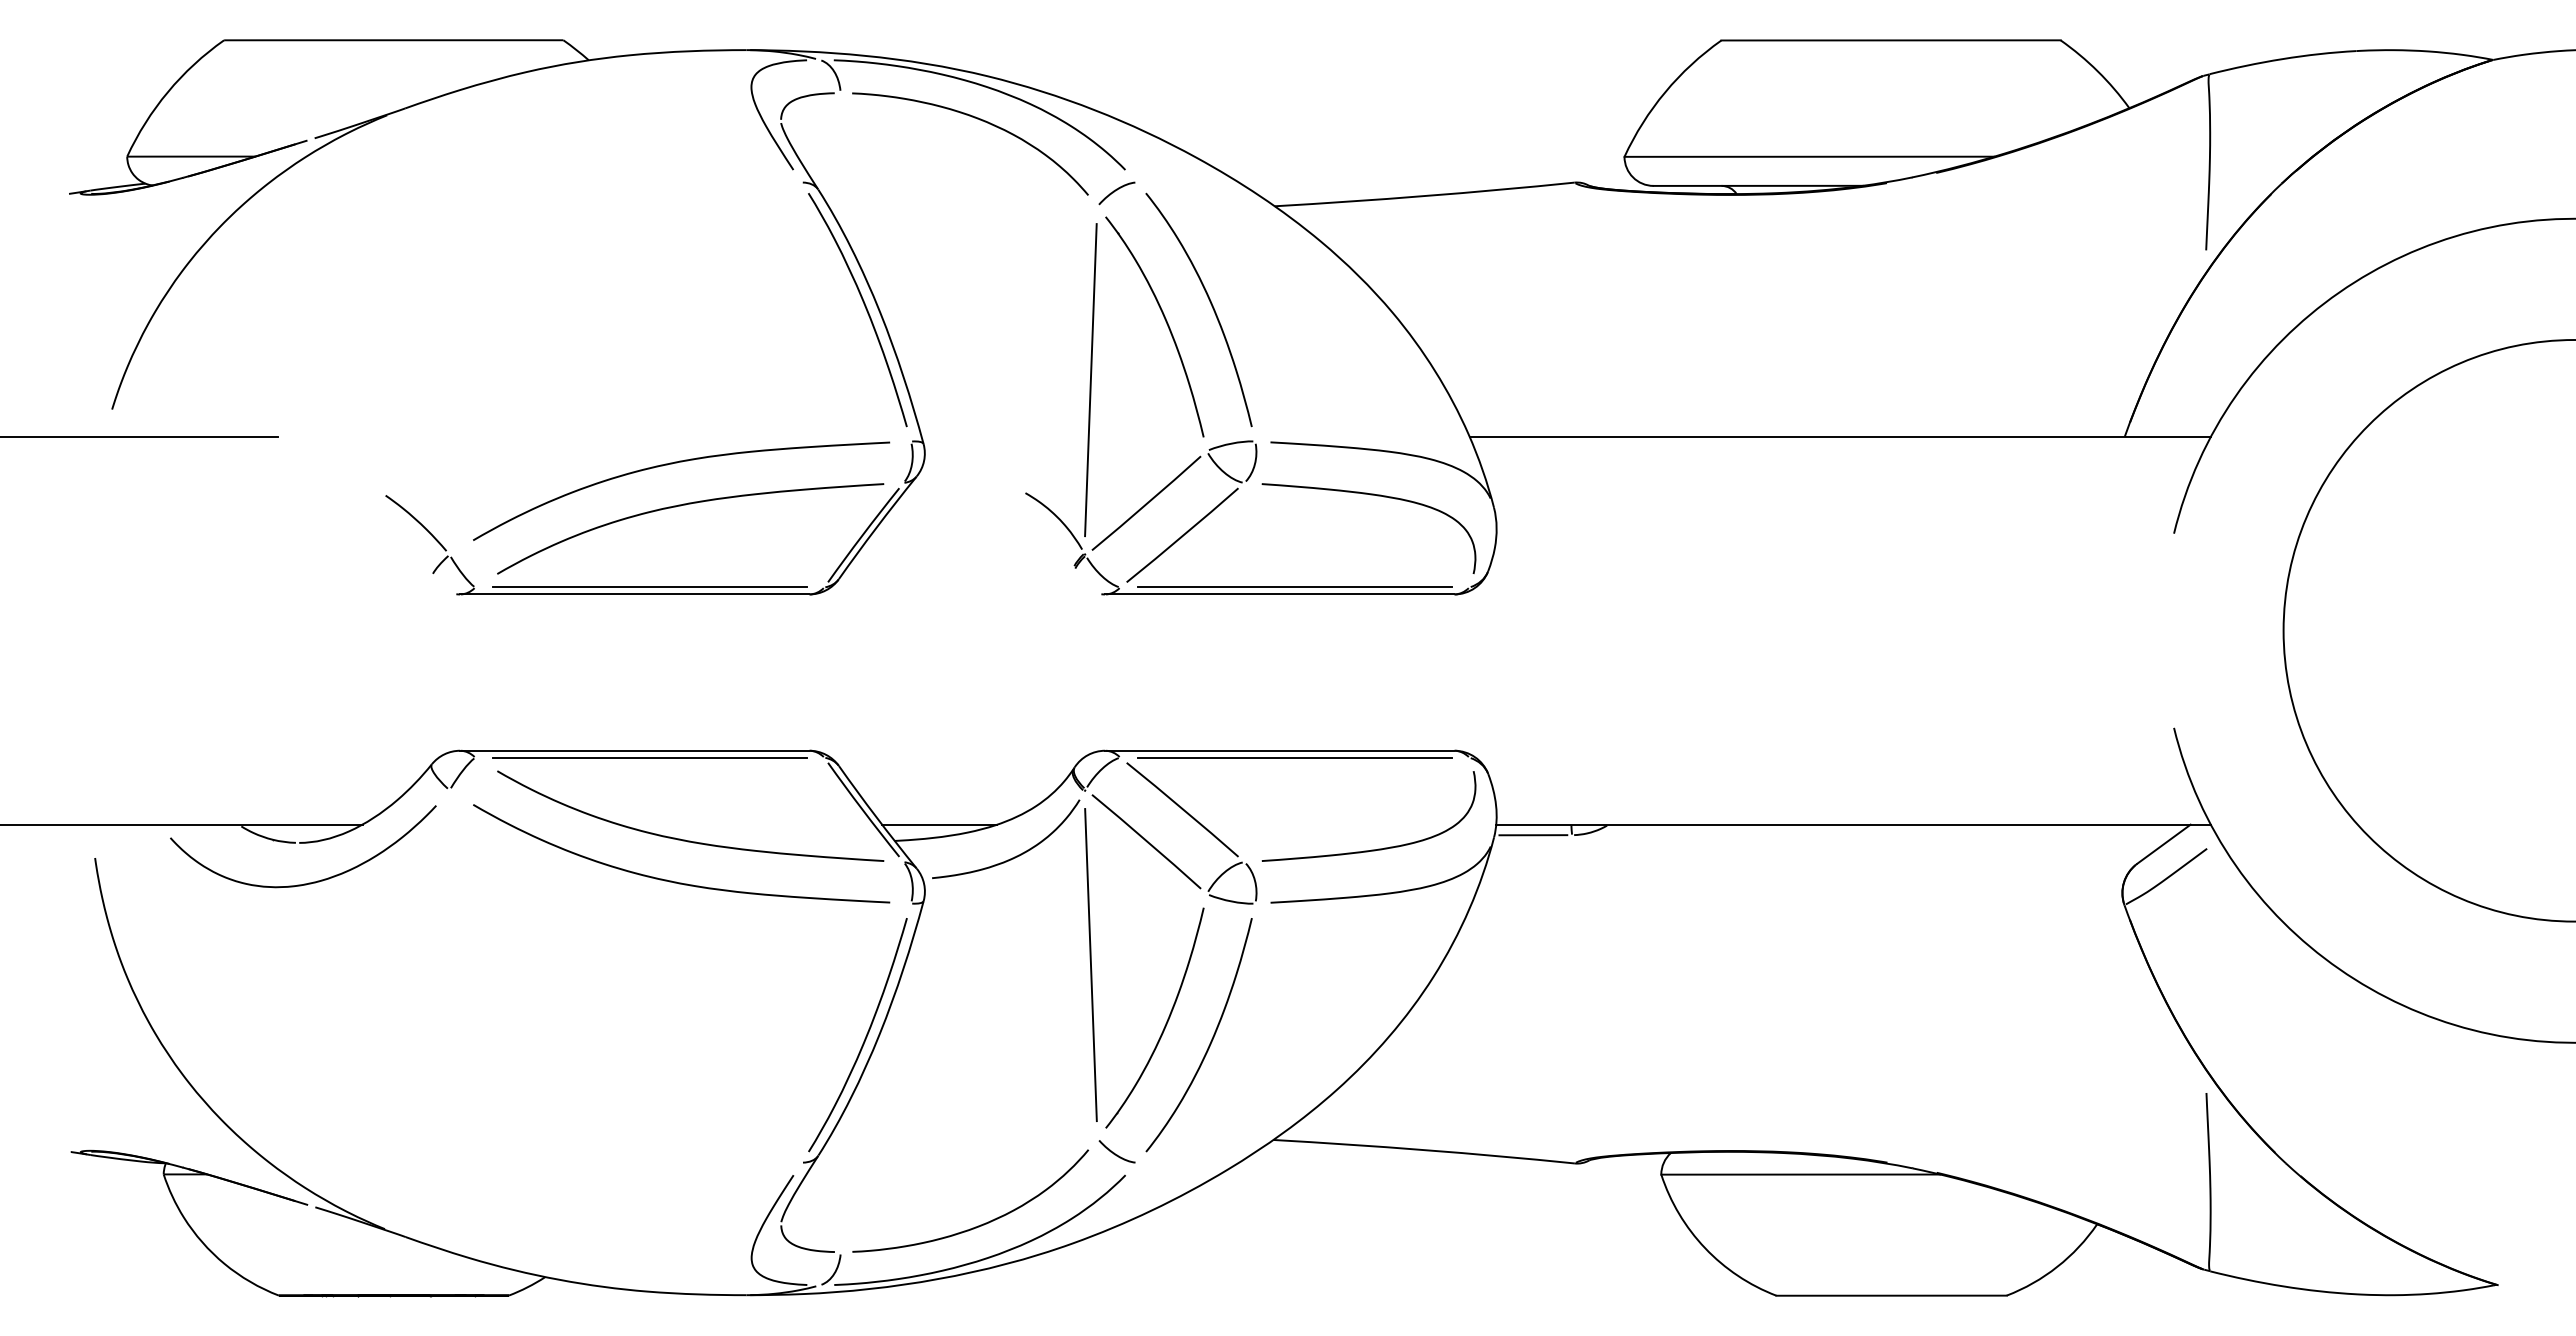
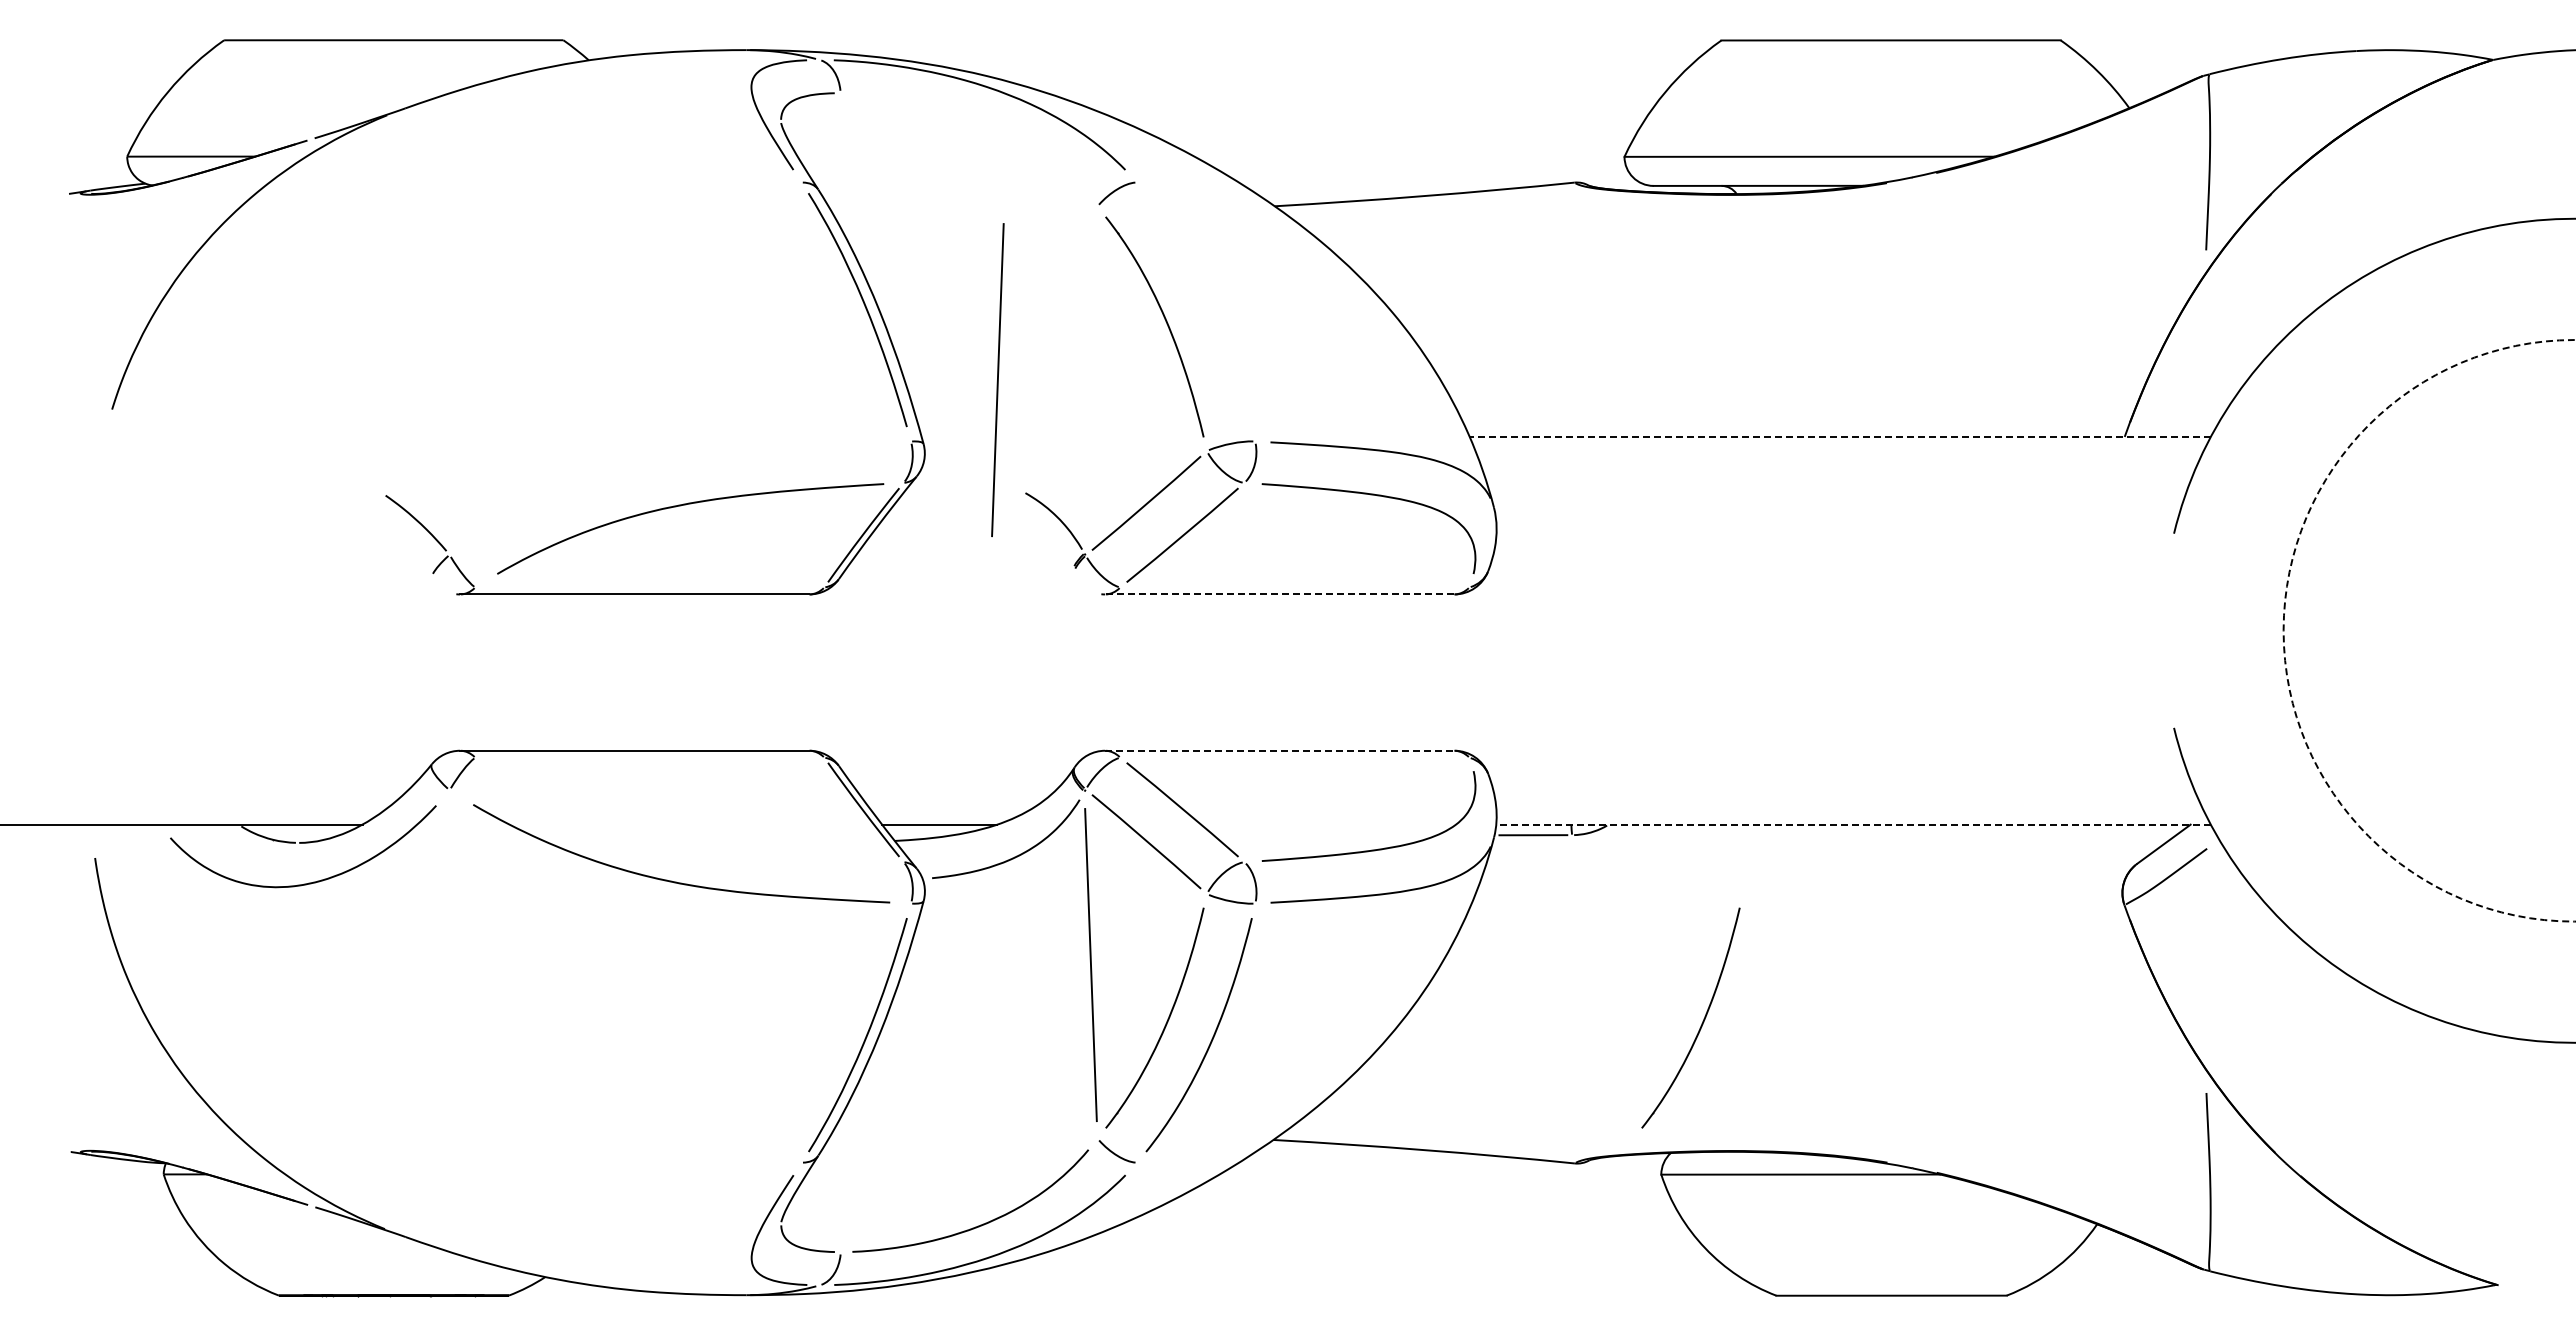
curve at (979, 120): present -> none
curve at (1210, 304): present -> none
line at (1090, 380) position: (1090, 380) -> (997, 380)
line at (139, 436): present -> none
line at (1840, 436): solid -> dashed
curve at (677, 463): present -> none
line at (649, 587): present -> none
line at (1294, 587): present -> none
line at (1279, 594): solid -> dashed
circle at (2429, 630): solid -> dashed
line at (1279, 750): solid -> dashed
line at (649, 757): present -> none
line at (1294, 757): present -> none
line at (1853, 824): solid -> dashed
curve at (685, 839): present -> none
part at (1701, 1023): none -> present
